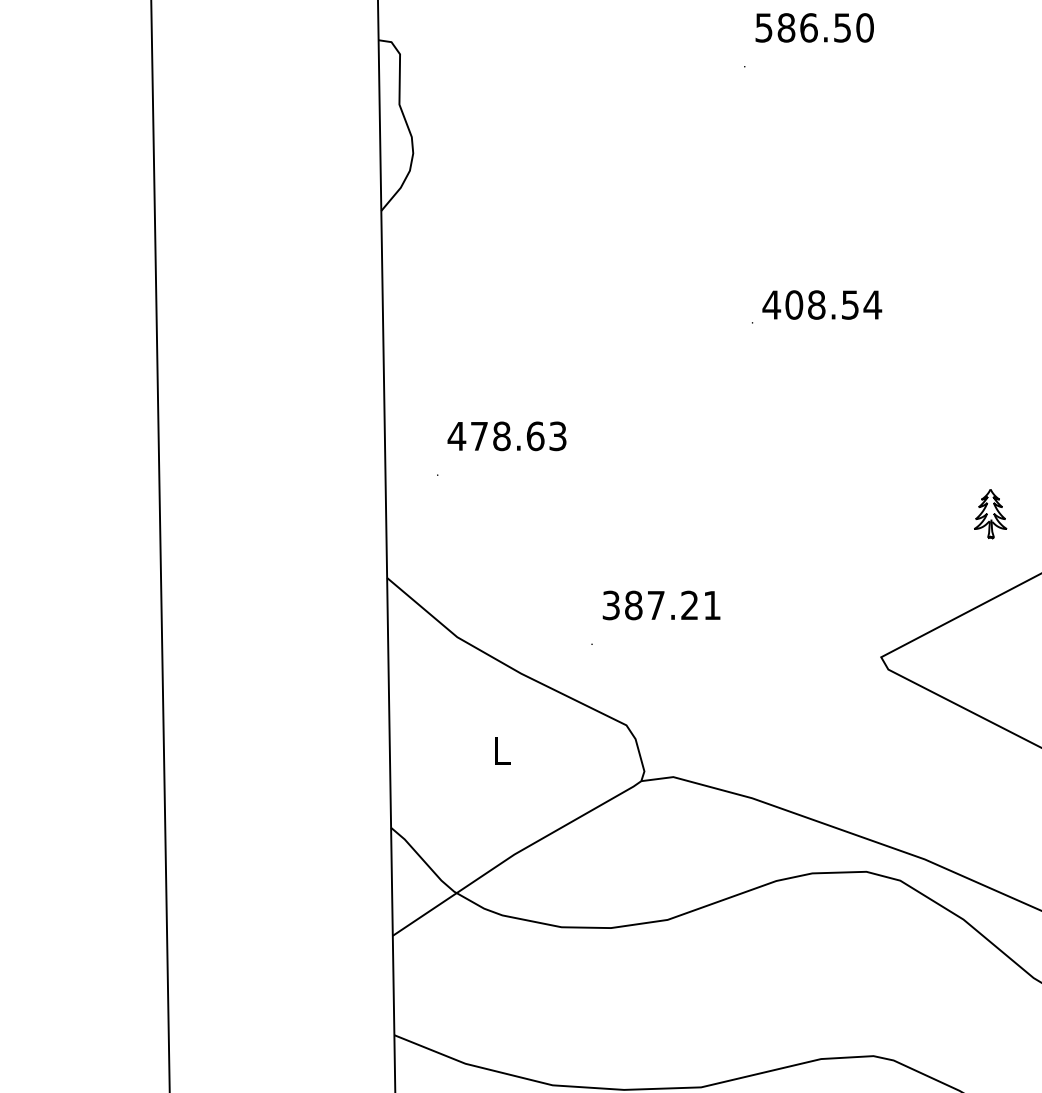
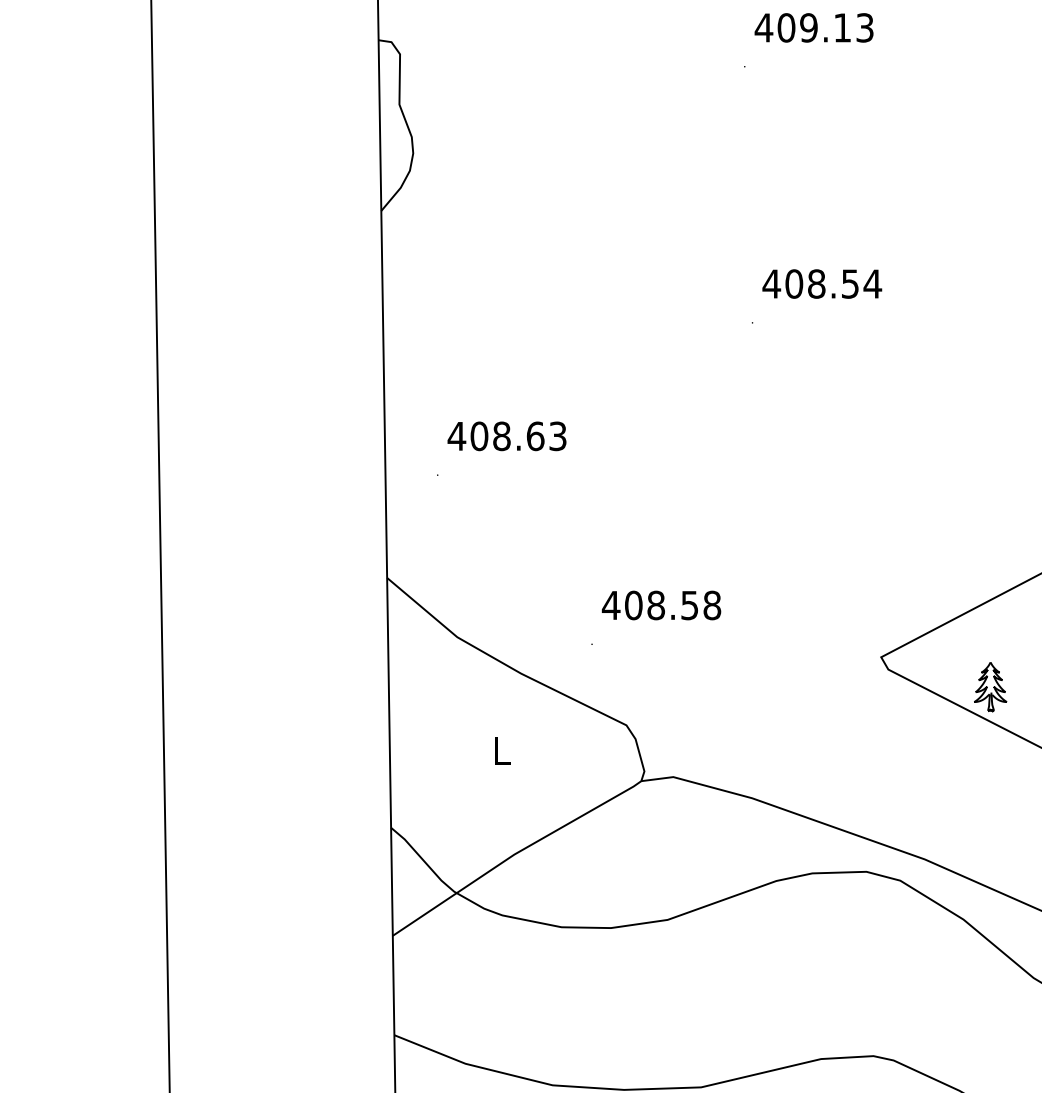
text at (813, 27): 586.50 -> 409.13
text at (822, 304) position: (822, 304) -> (822, 283)
text at (479, 436): 478.63 -> 408.63
part at (990, 514) position: (990, 514) -> (990, 687)
text at (661, 605): 387.21 -> 408.58
